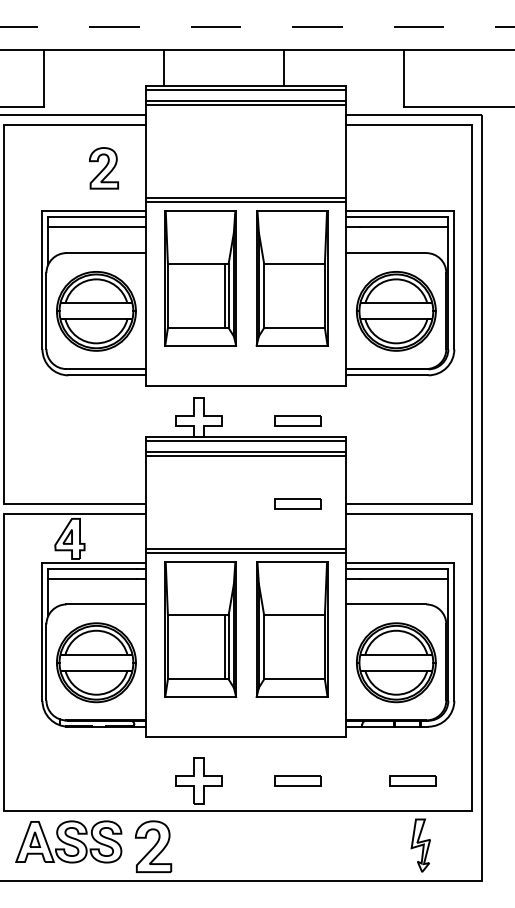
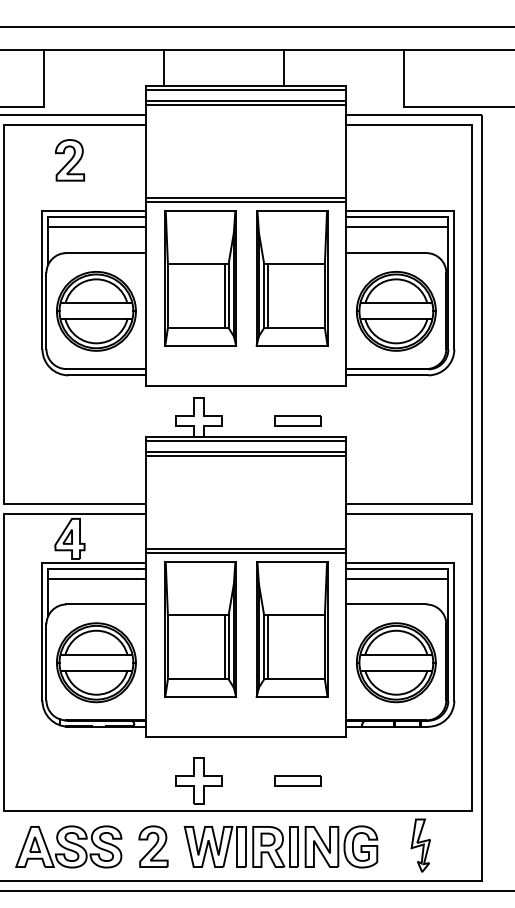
line at (257, 27): dashed -> solid
part at (103, 168) position: (103, 168) -> (69, 160)
line at (267, 295): none -> present
part at (297, 503): present -> none
line at (267, 647): none -> present
part at (412, 780): present -> none
part at (68, 841) position: (68, 841) -> (68, 846)
part at (153, 846) size: 38x53 px -> 31x43 px
part at (280, 846): none -> present
line at (256, 890): none -> present
